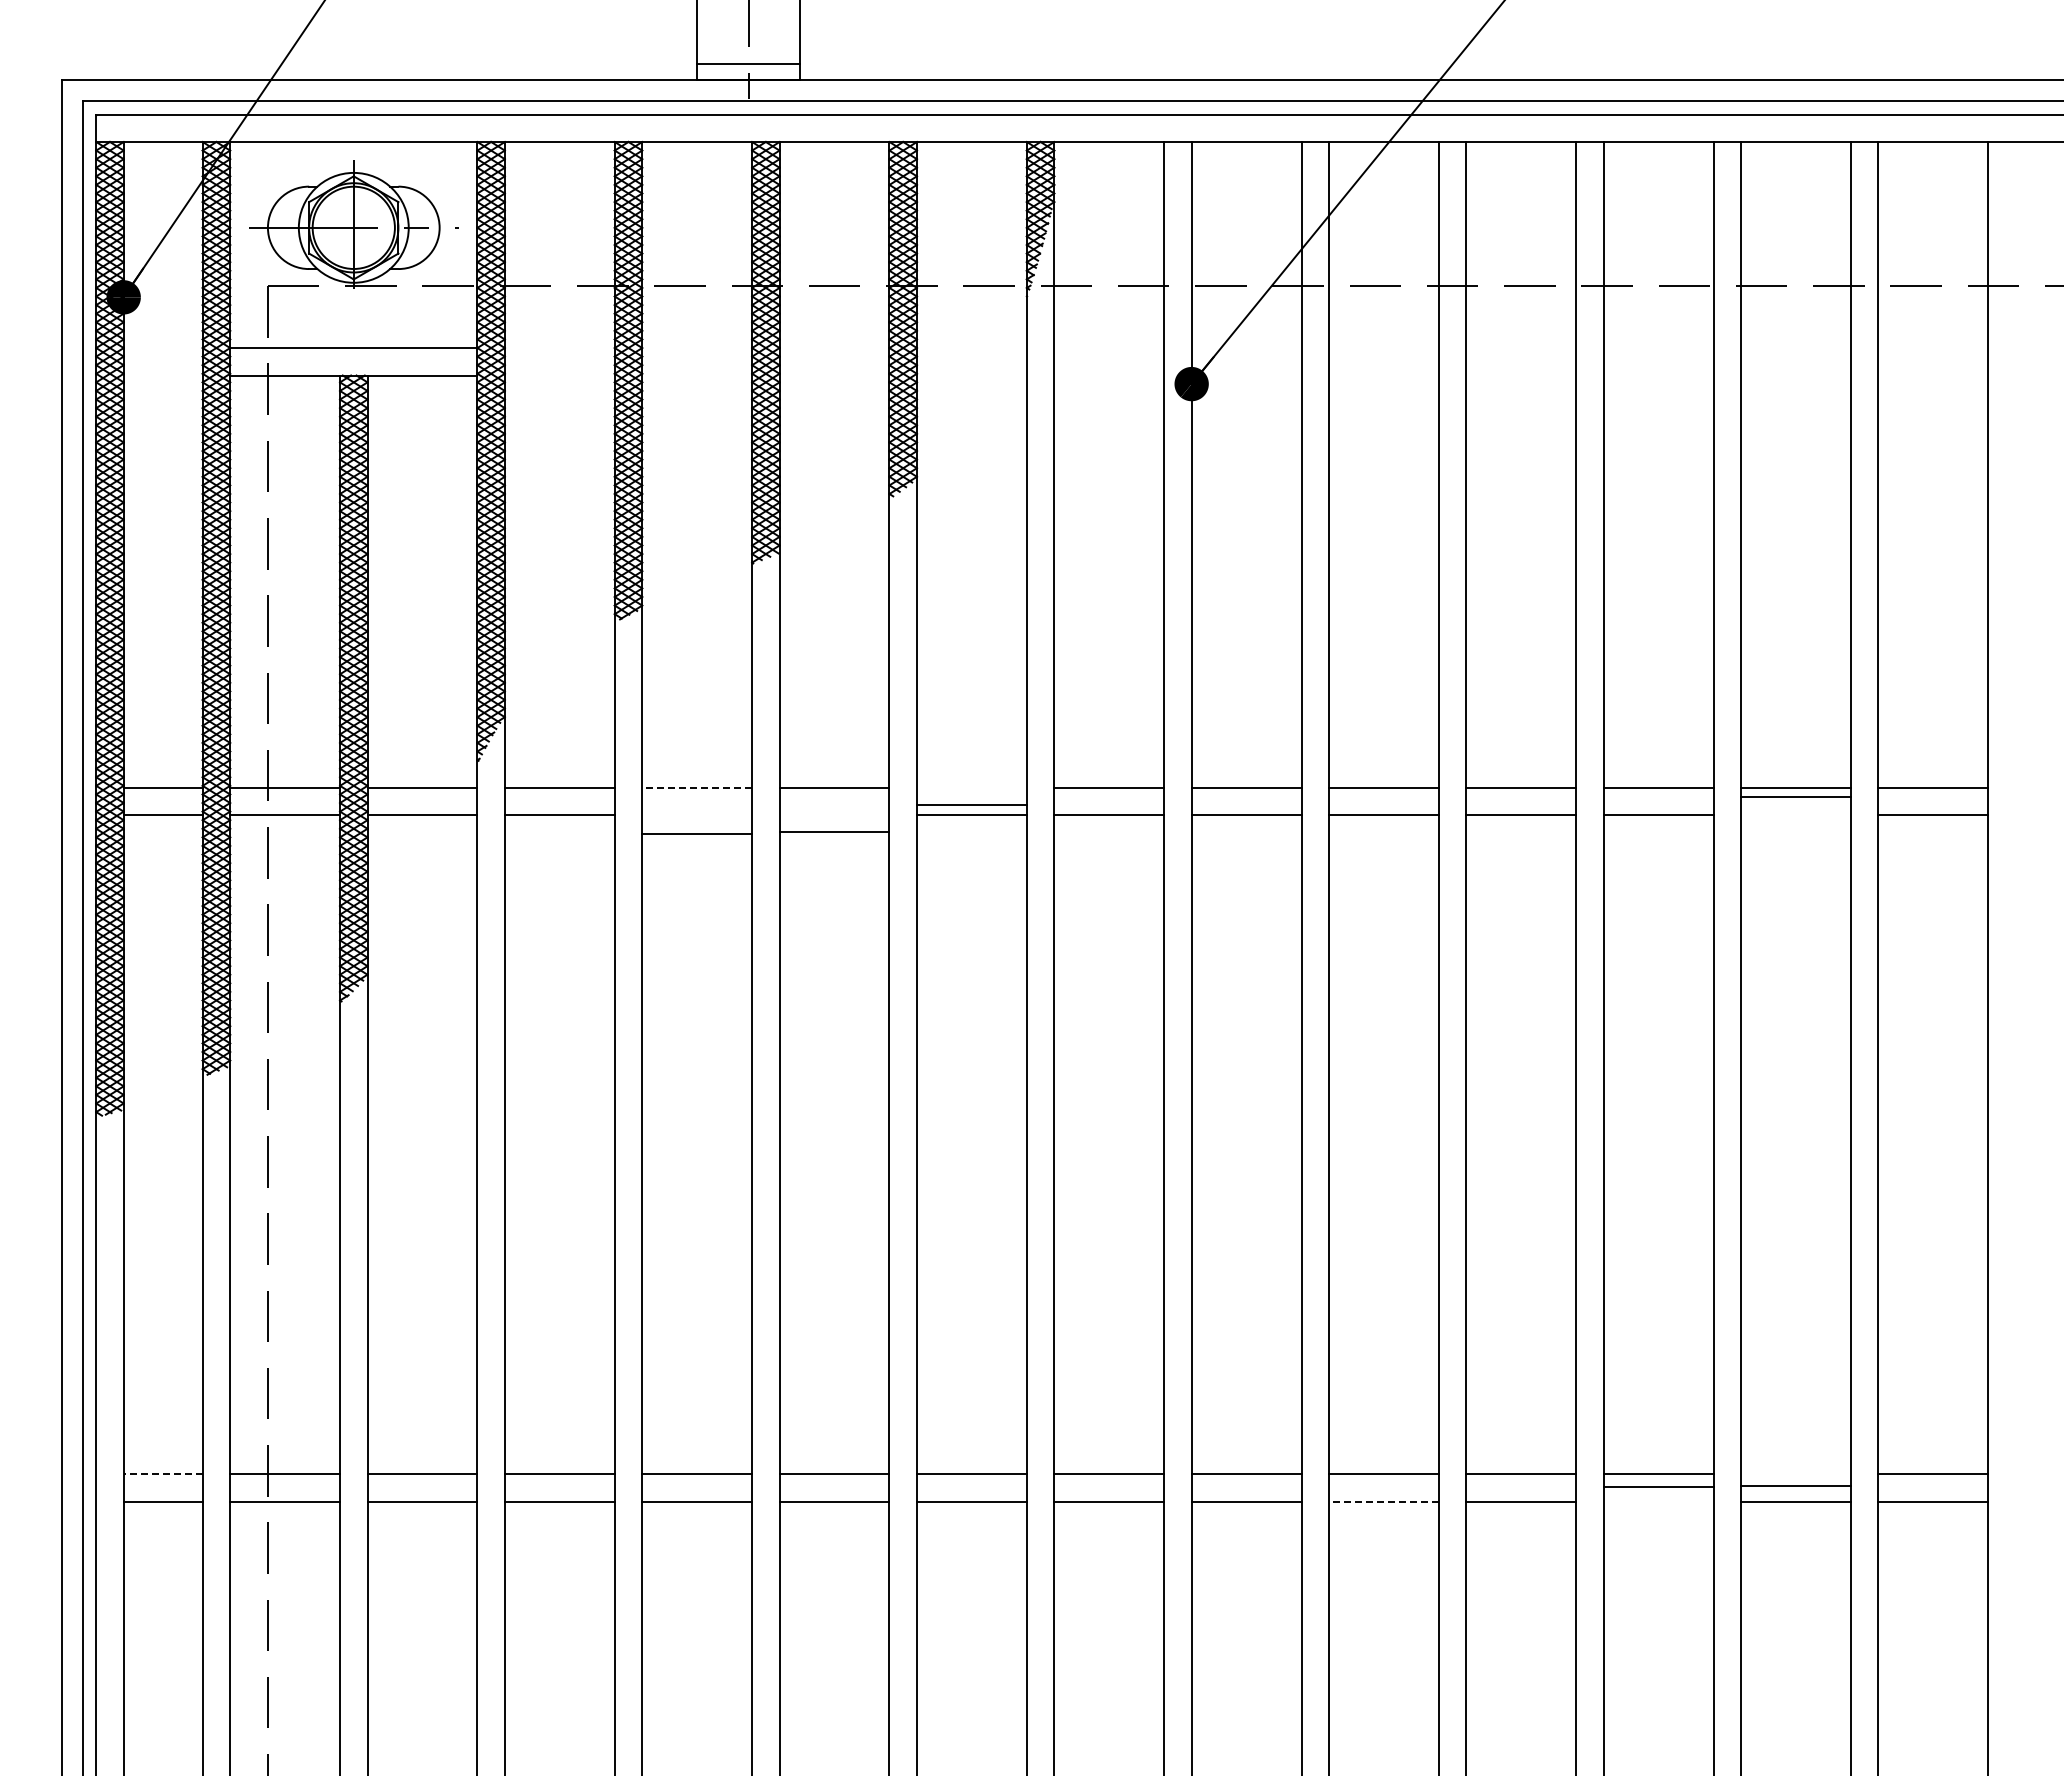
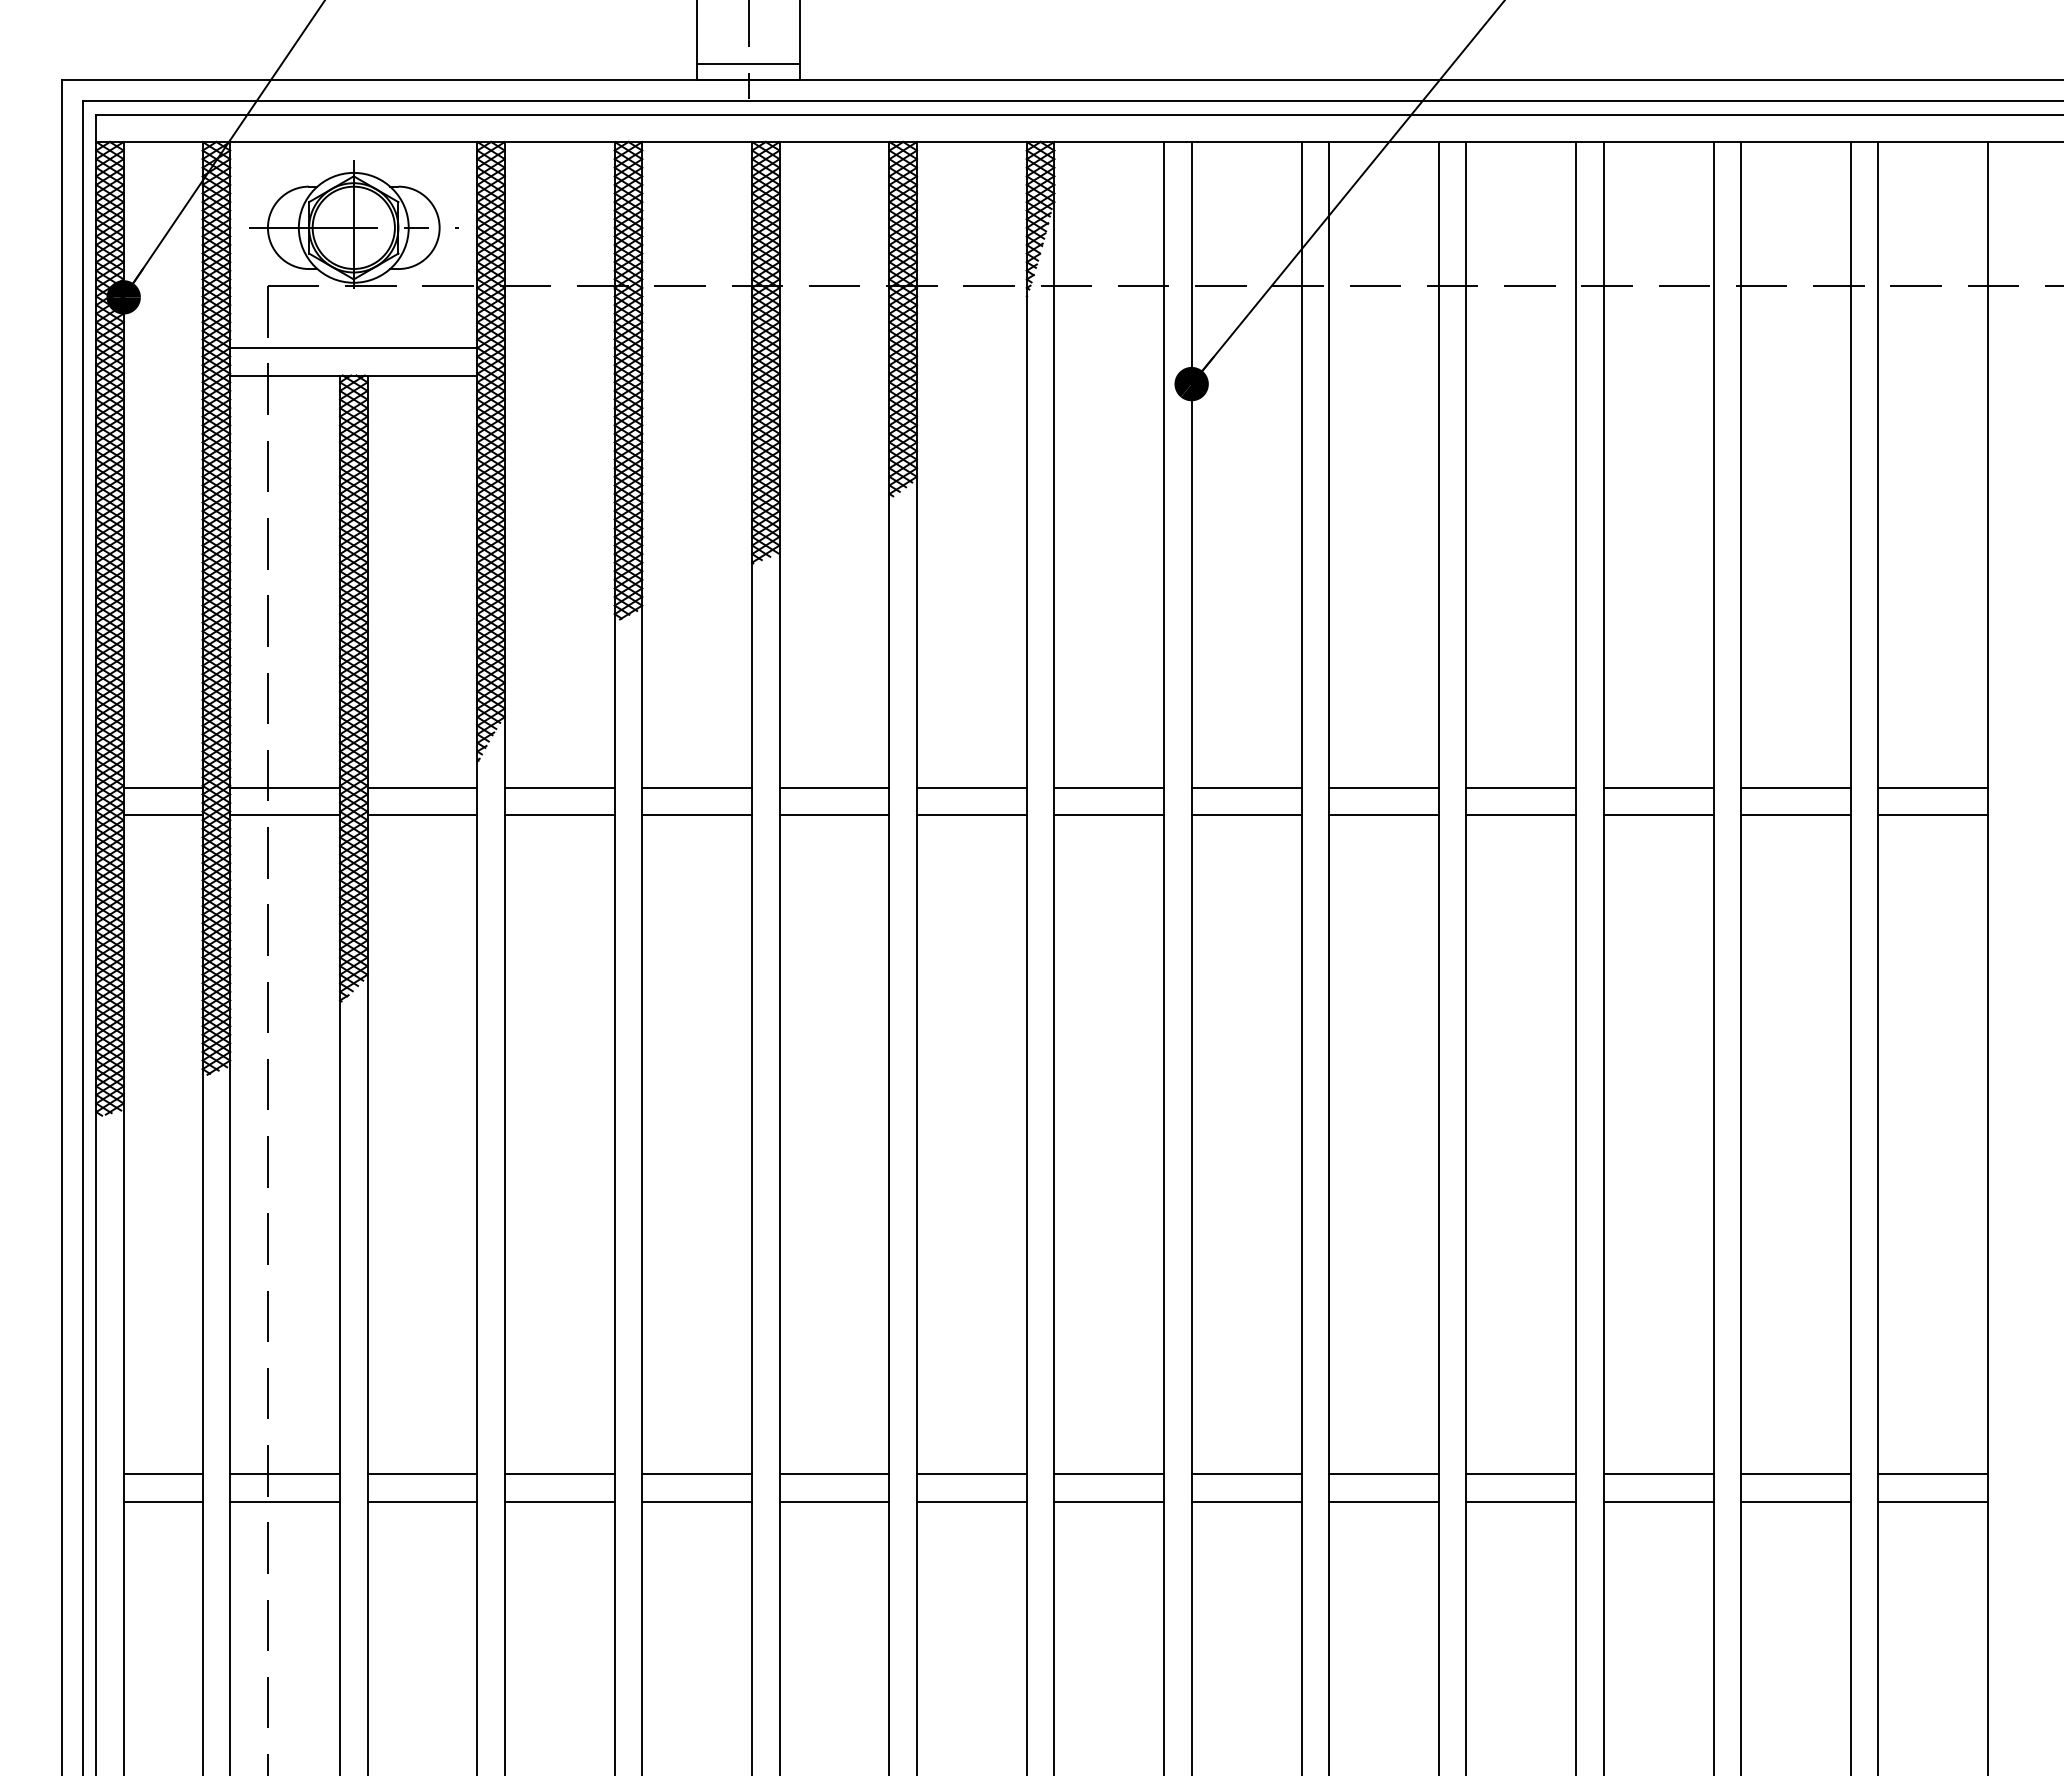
line at (697, 787): dashed -> solid
line at (1795, 797) position: (1795, 797) -> (1795, 815)
line at (971, 804) position: (971, 804) -> (971, 787)
line at (834, 832) position: (834, 832) -> (834, 815)
line at (697, 834) position: (697, 834) -> (697, 815)
line at (162, 1474): dashed -> solid
line at (1658, 1486) position: (1658, 1486) -> (1658, 1501)
line at (1795, 1486) position: (1795, 1486) -> (1795, 1474)
line at (1383, 1501): dashed -> solid
